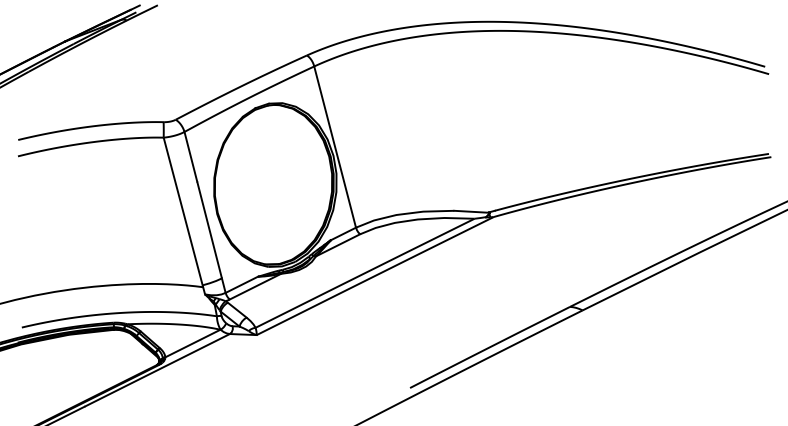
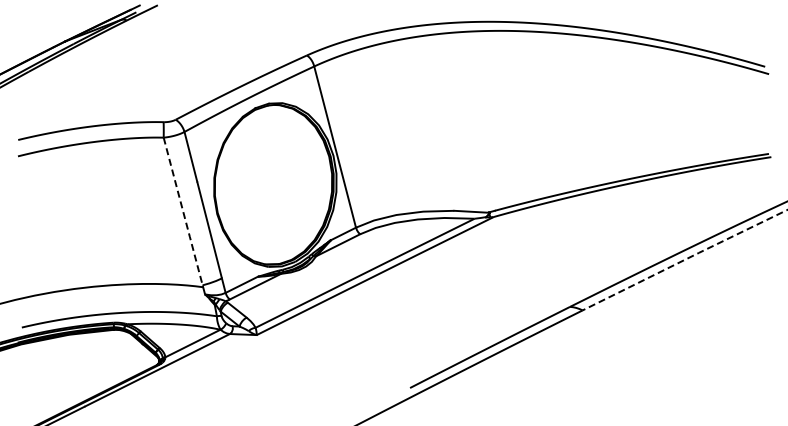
line at (183, 212): solid -> dashed
line at (685, 259): solid -> dashed
